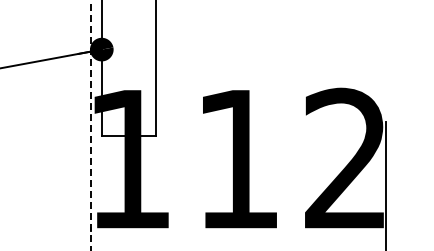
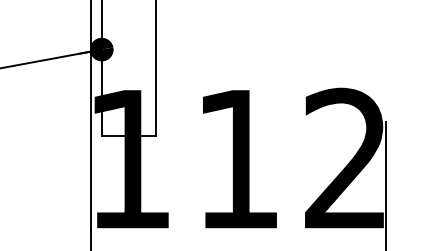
line at (91, 125): dashed -> solid
